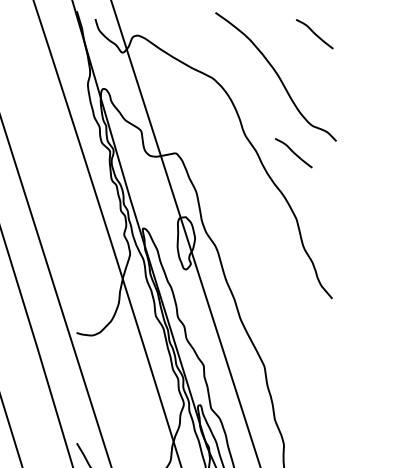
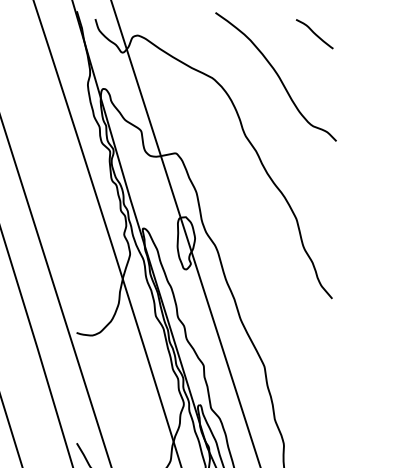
curve at (293, 153): present -> none
